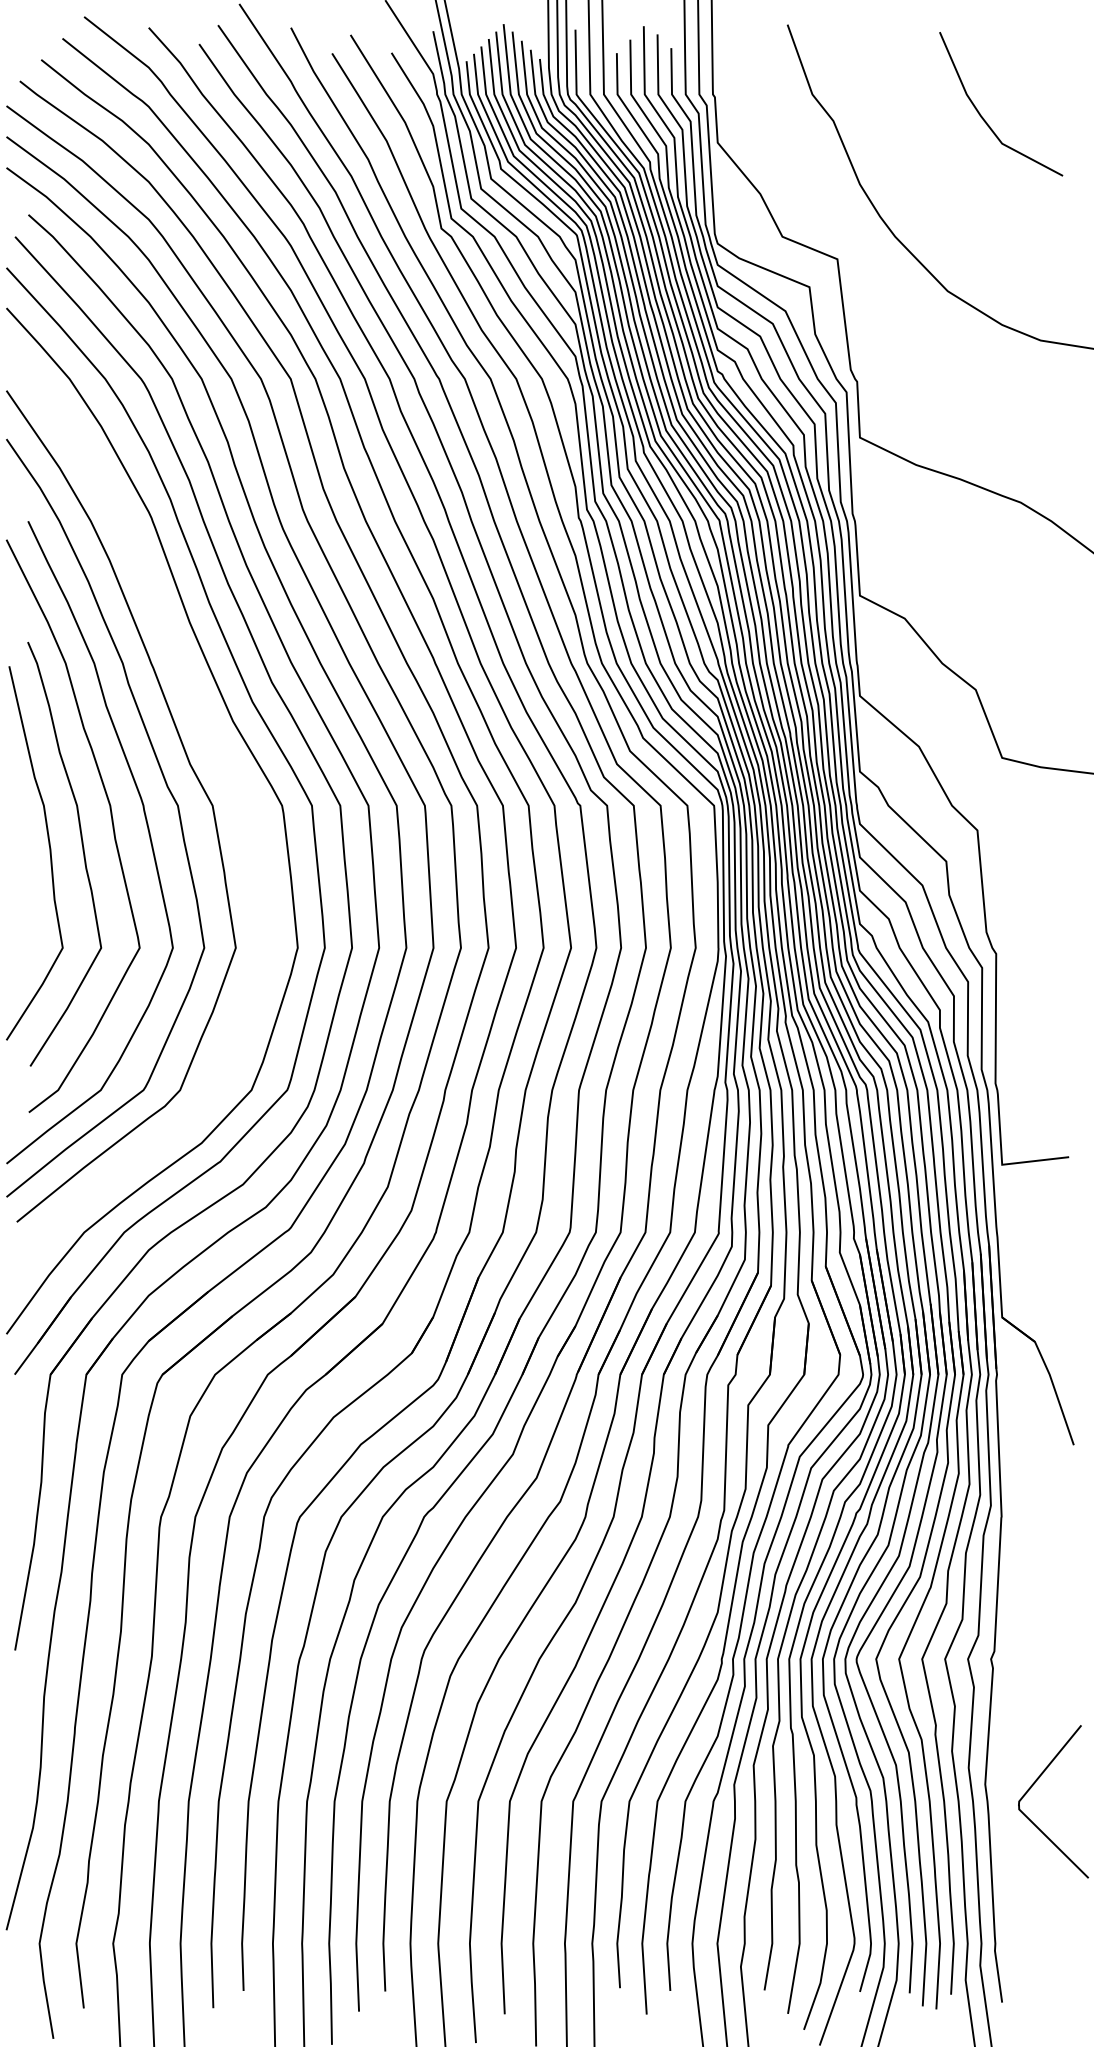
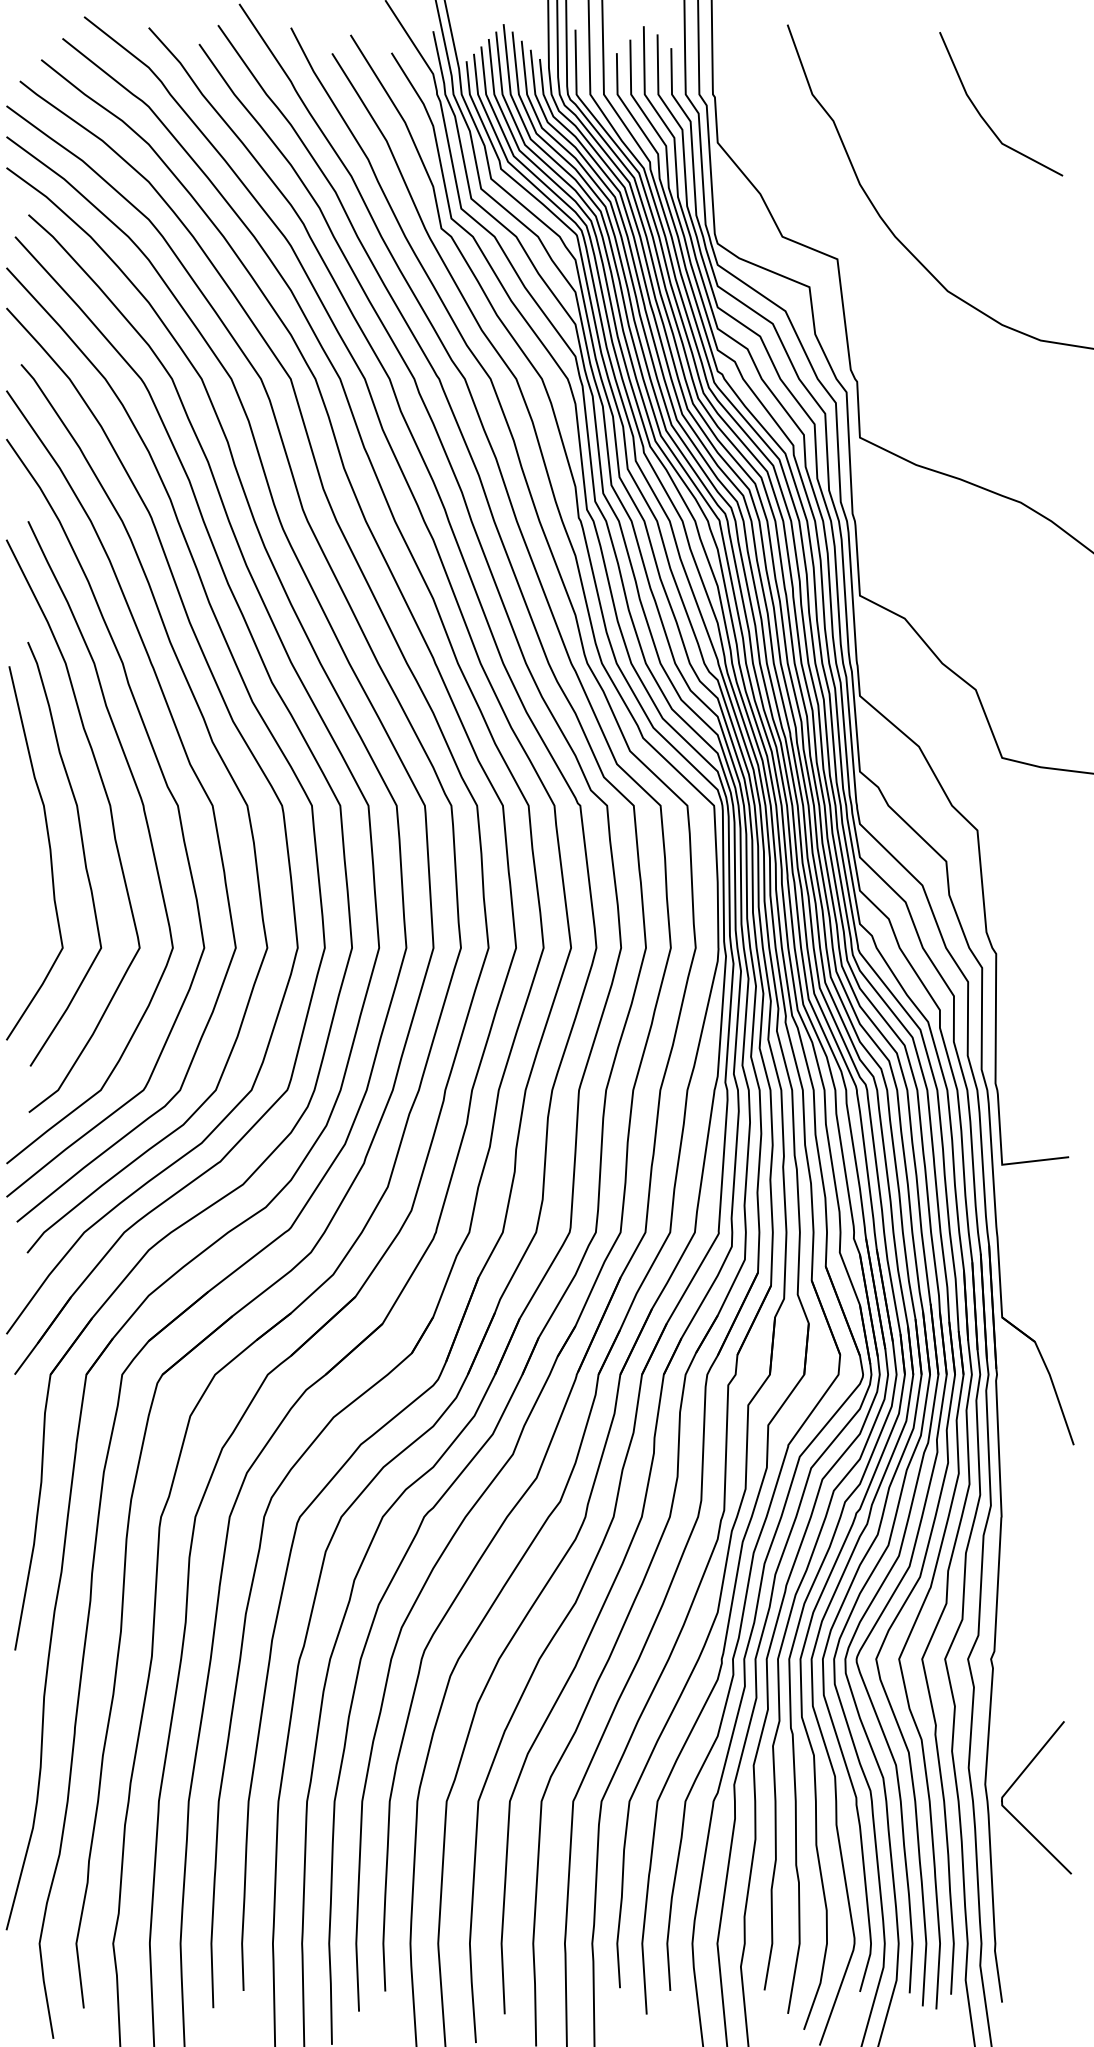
curve at (224, 766): none -> present
curve at (1035, 1783) position: (1035, 1783) -> (1018, 1779)
